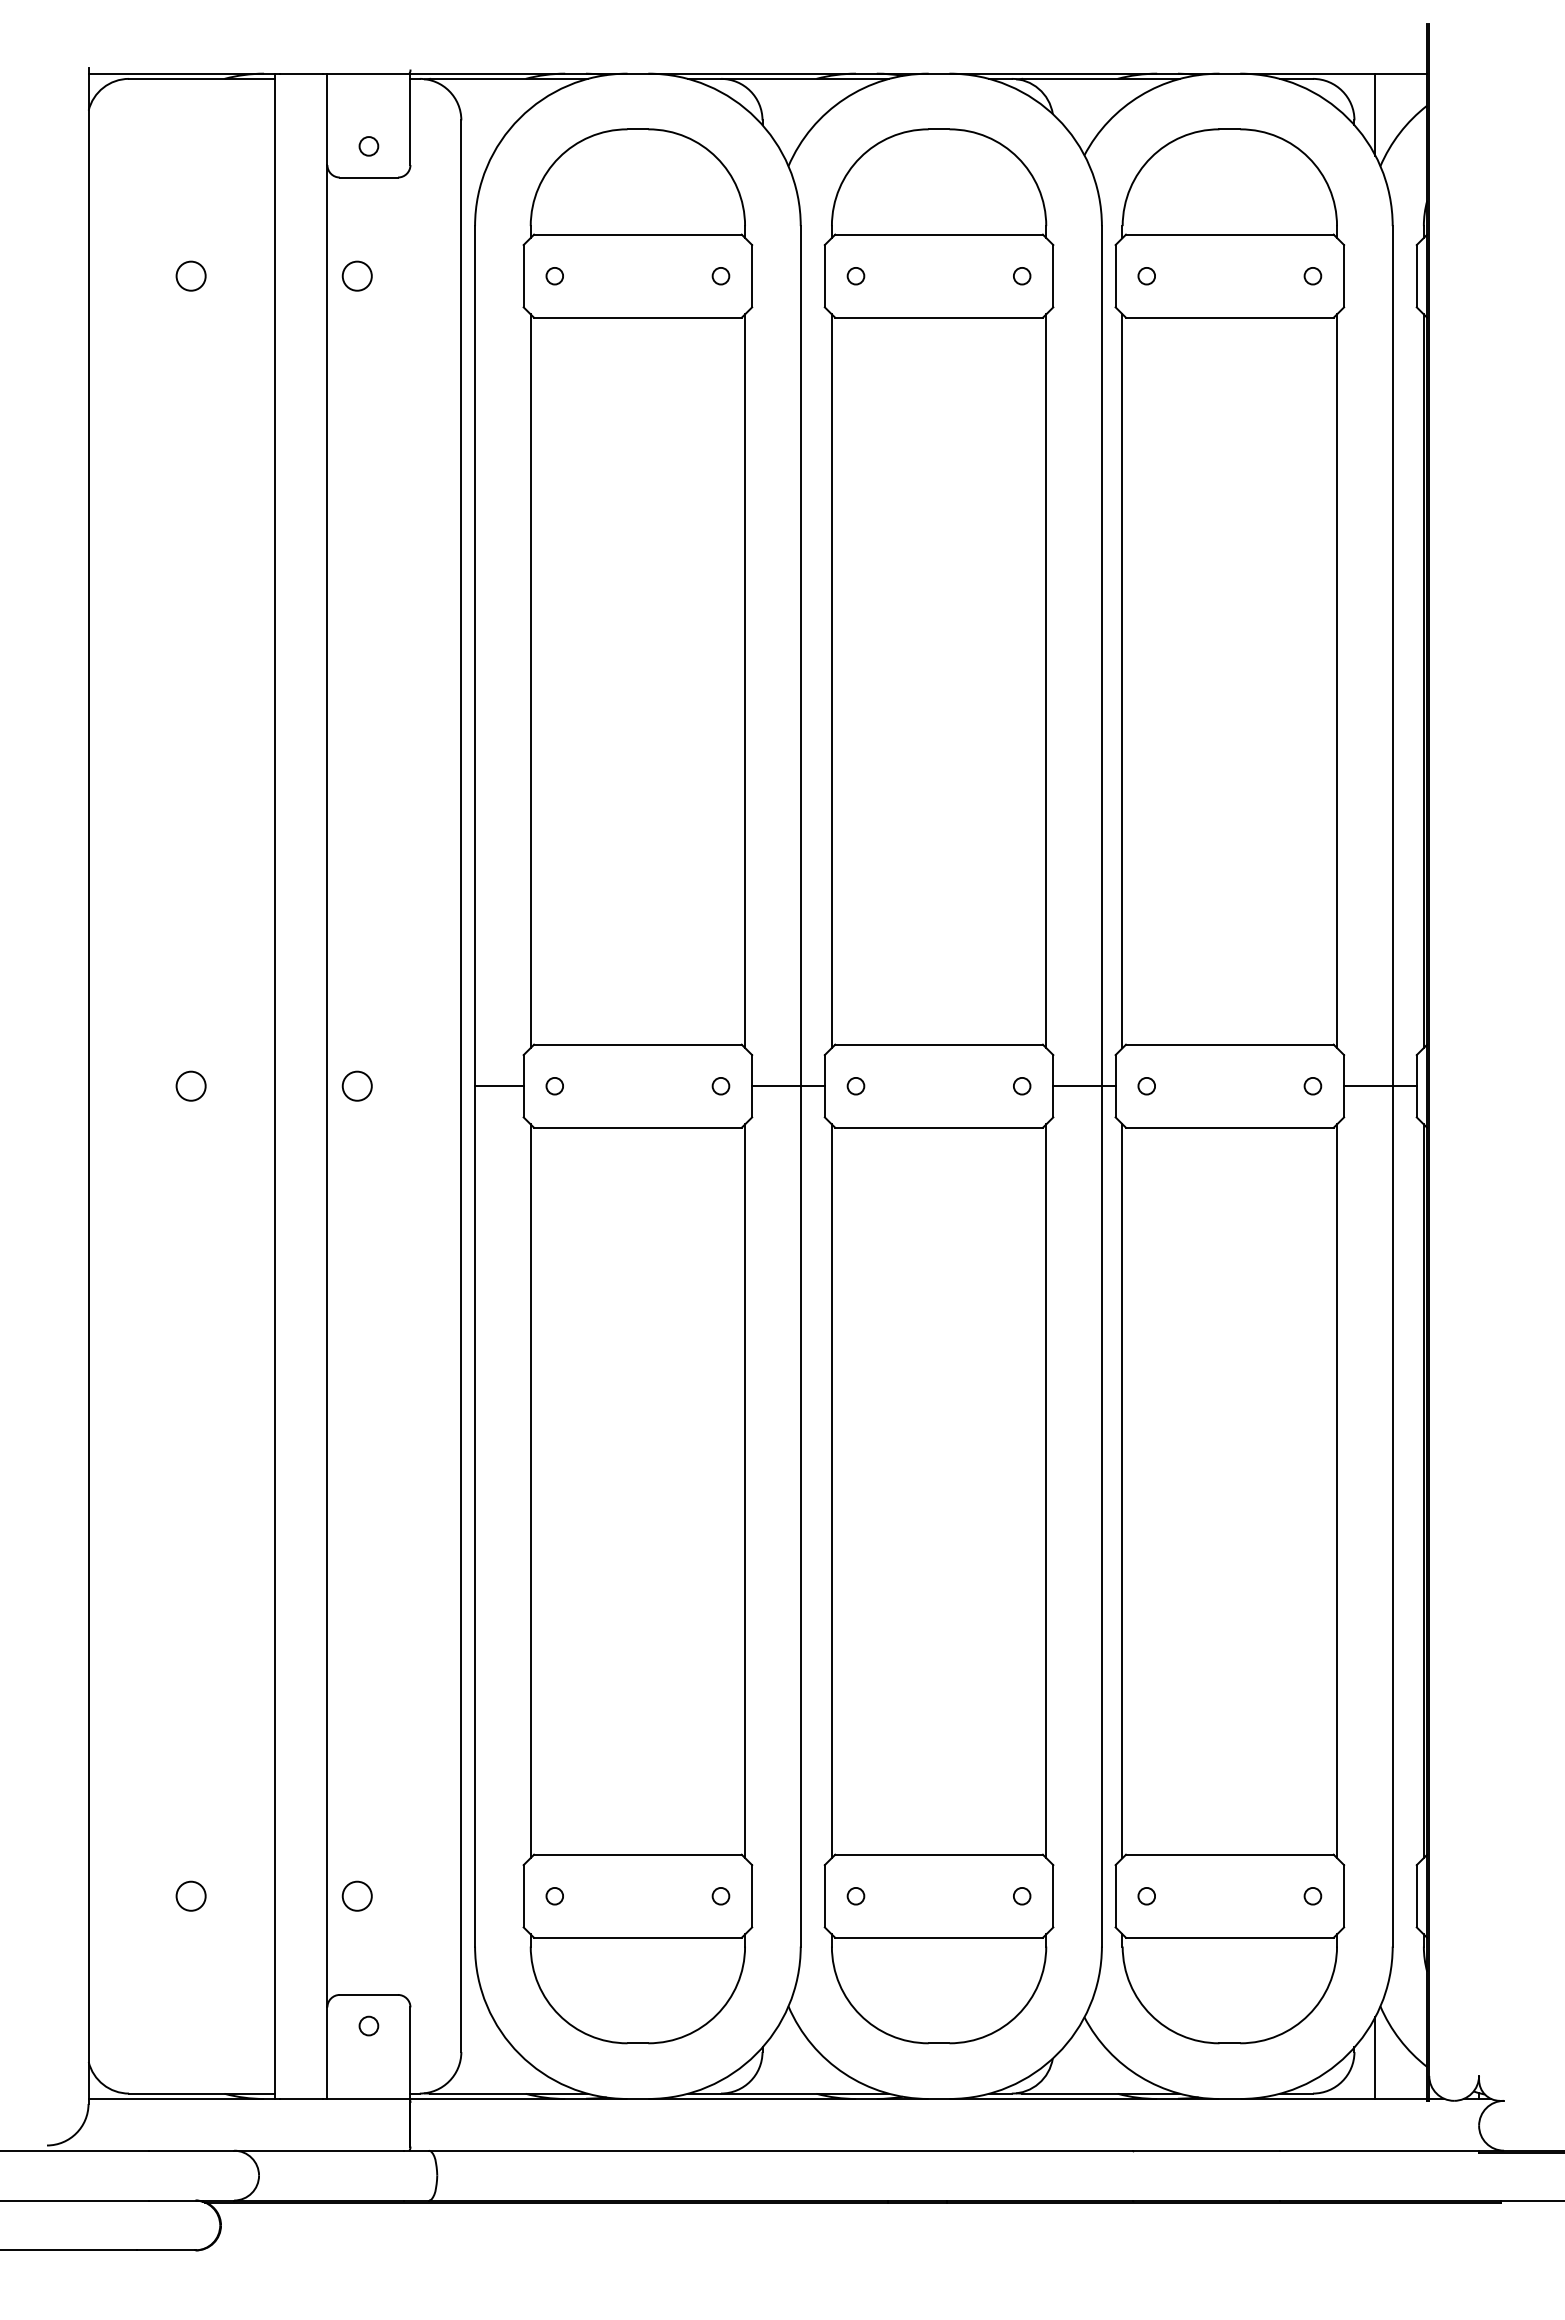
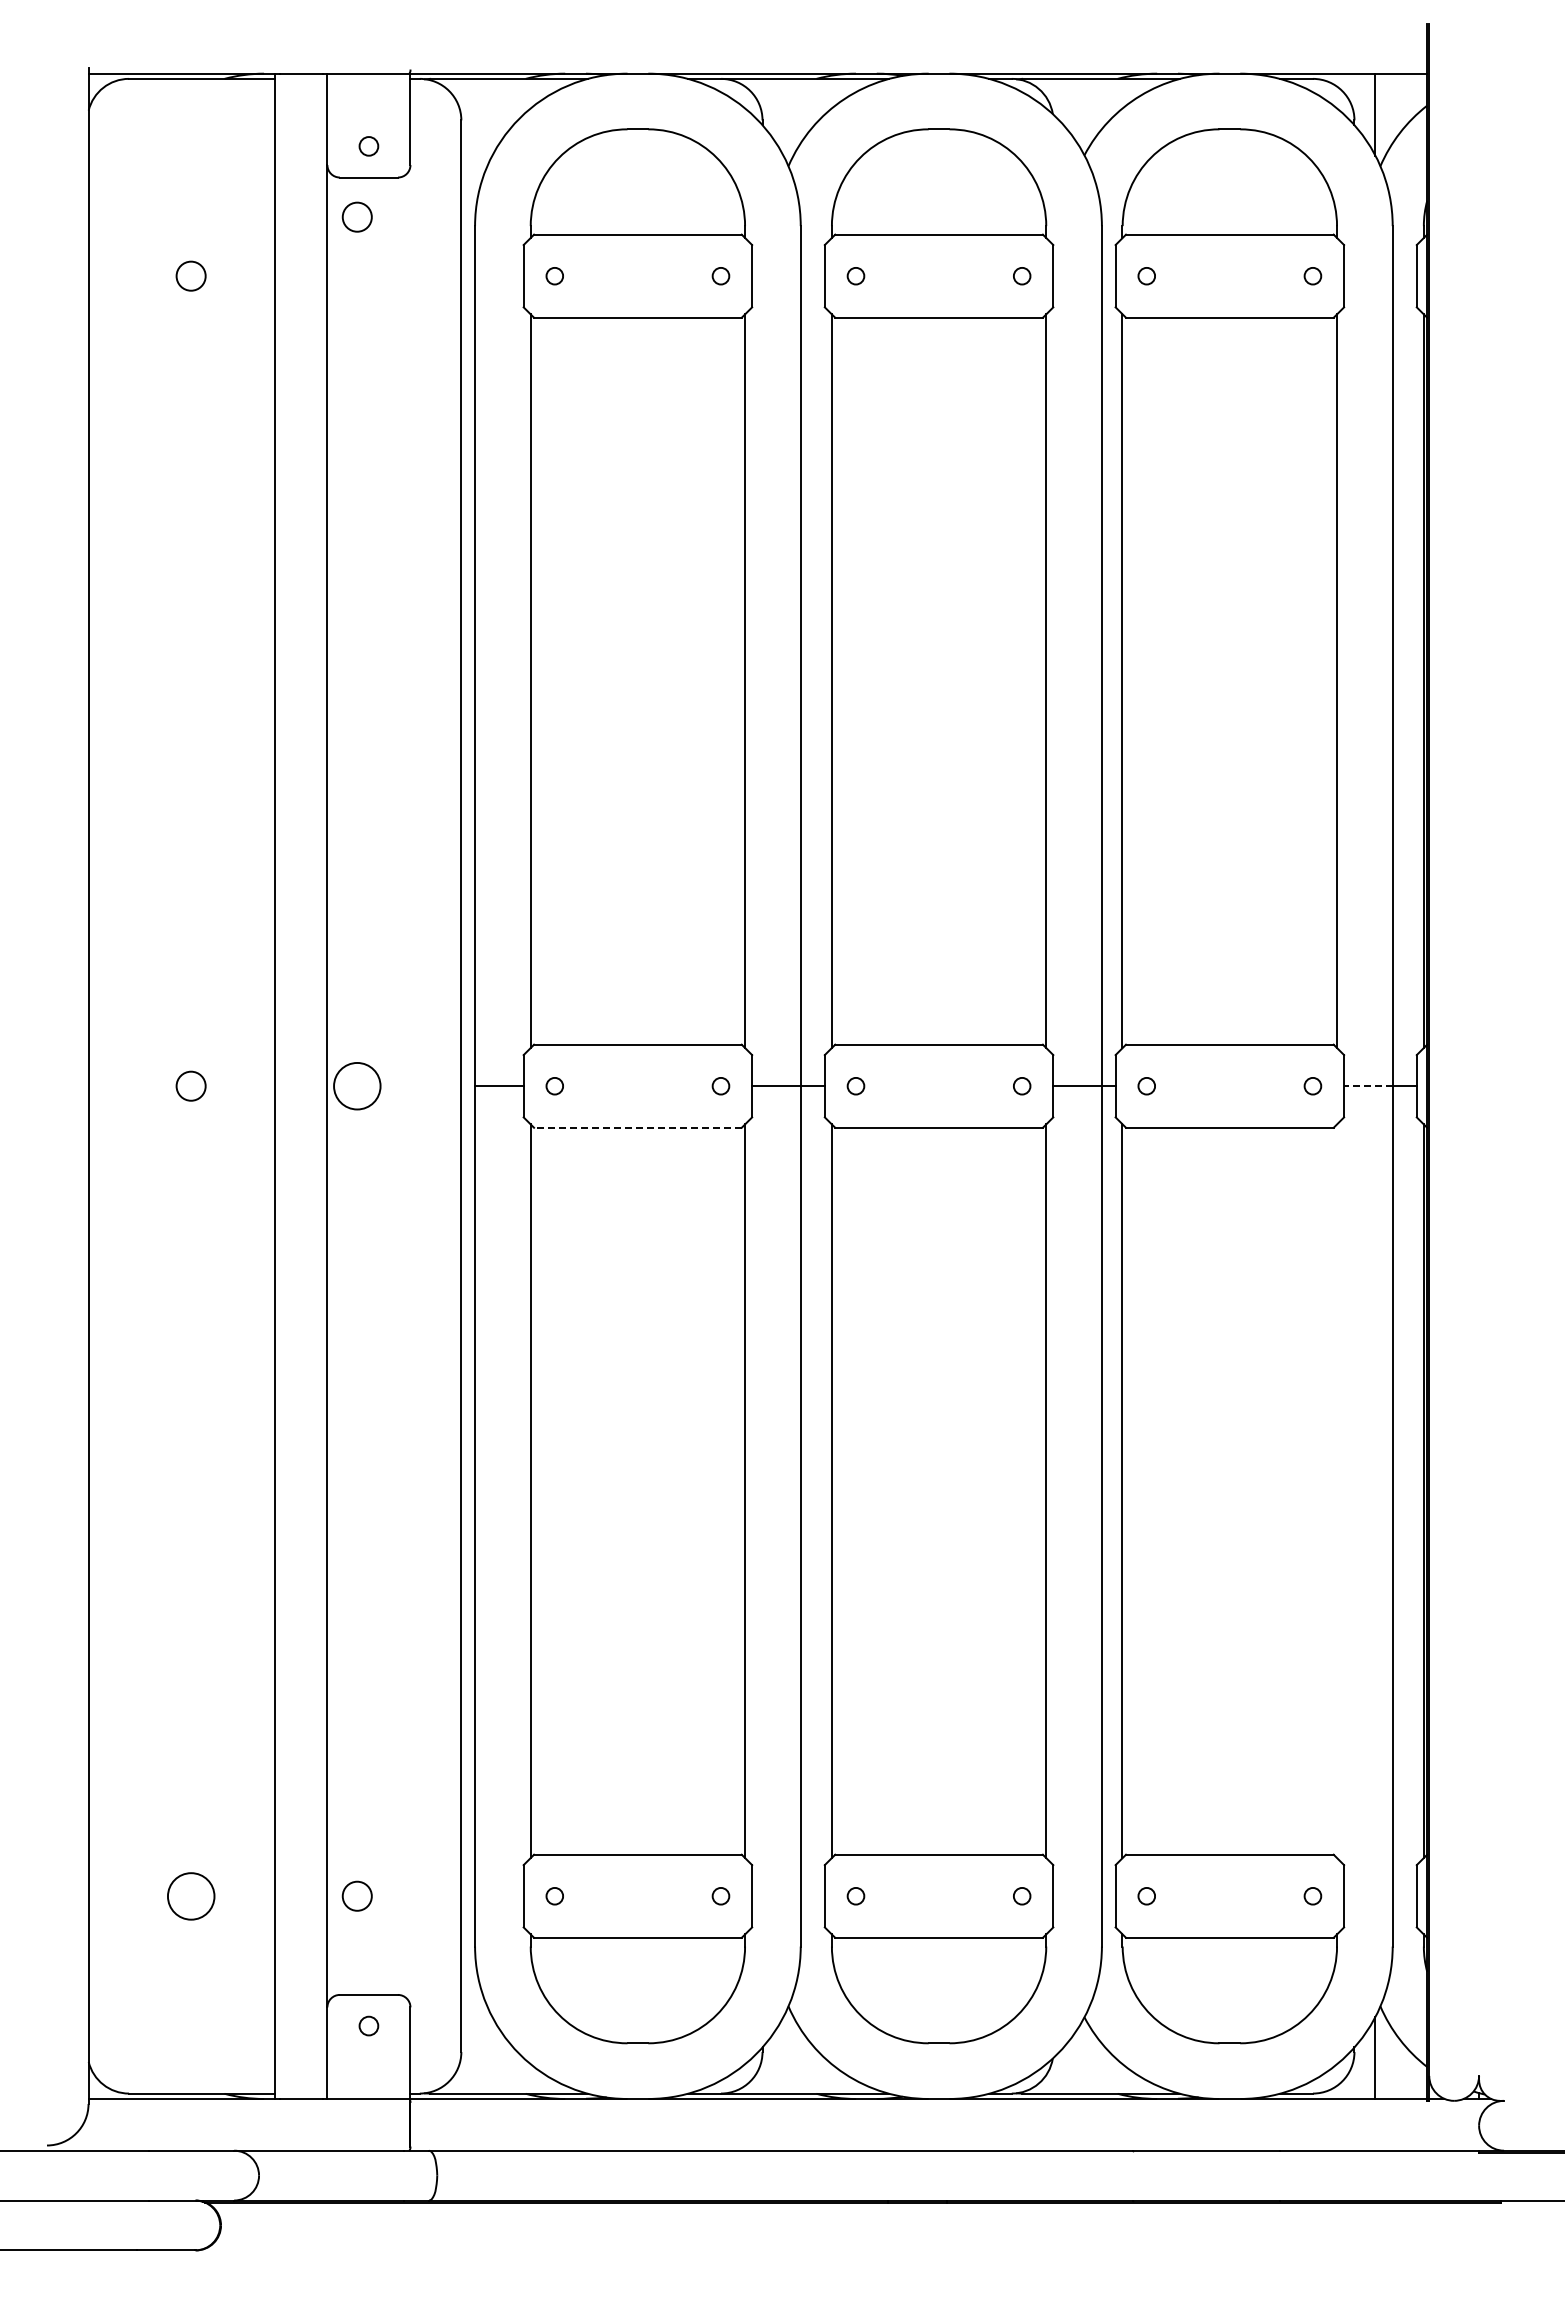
circle at (356, 275) position: (356, 275) -> (356, 216)
circle at (356, 1085) diameter: 29 px -> 47 px
line at (1367, 1086): solid -> dashed
line at (637, 1127): solid -> dashed
line at (1337, 1491): present -> none
circle at (190, 1895) size: 32x32 px -> 49x49 px
